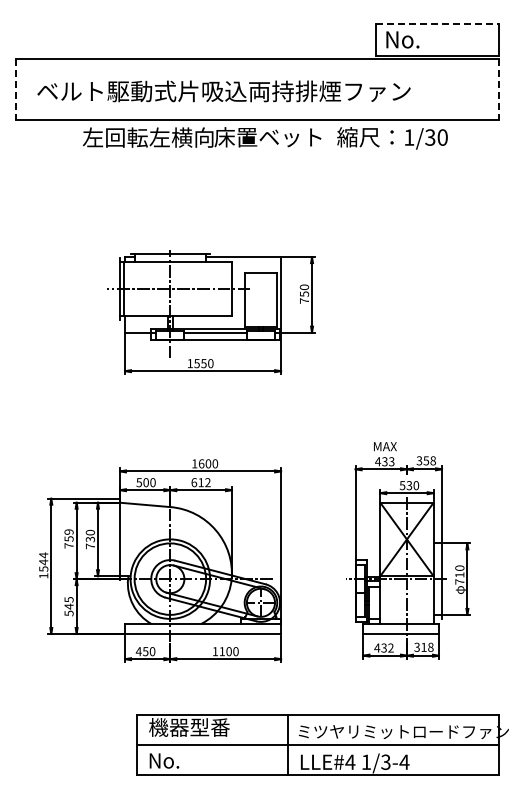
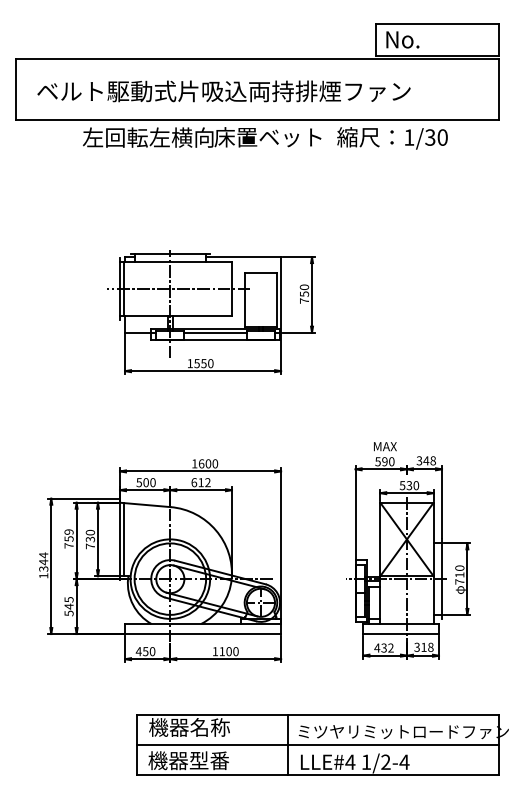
line at (437, 23): dashed -> solid
line at (15, 90): dashed -> solid
line at (499, 90): dashed -> solid
text at (426, 460): 358 -> 348
text at (384, 461): 433 -> 590
line at (124, 539): none -> present
text at (41, 568): 1544 -> 1344
text at (209, 727): 機器型番 -> 機器名称
text at (188, 760): No. -> 機器型番
text at (385, 762): 1/3-4 -> 1/2-4
